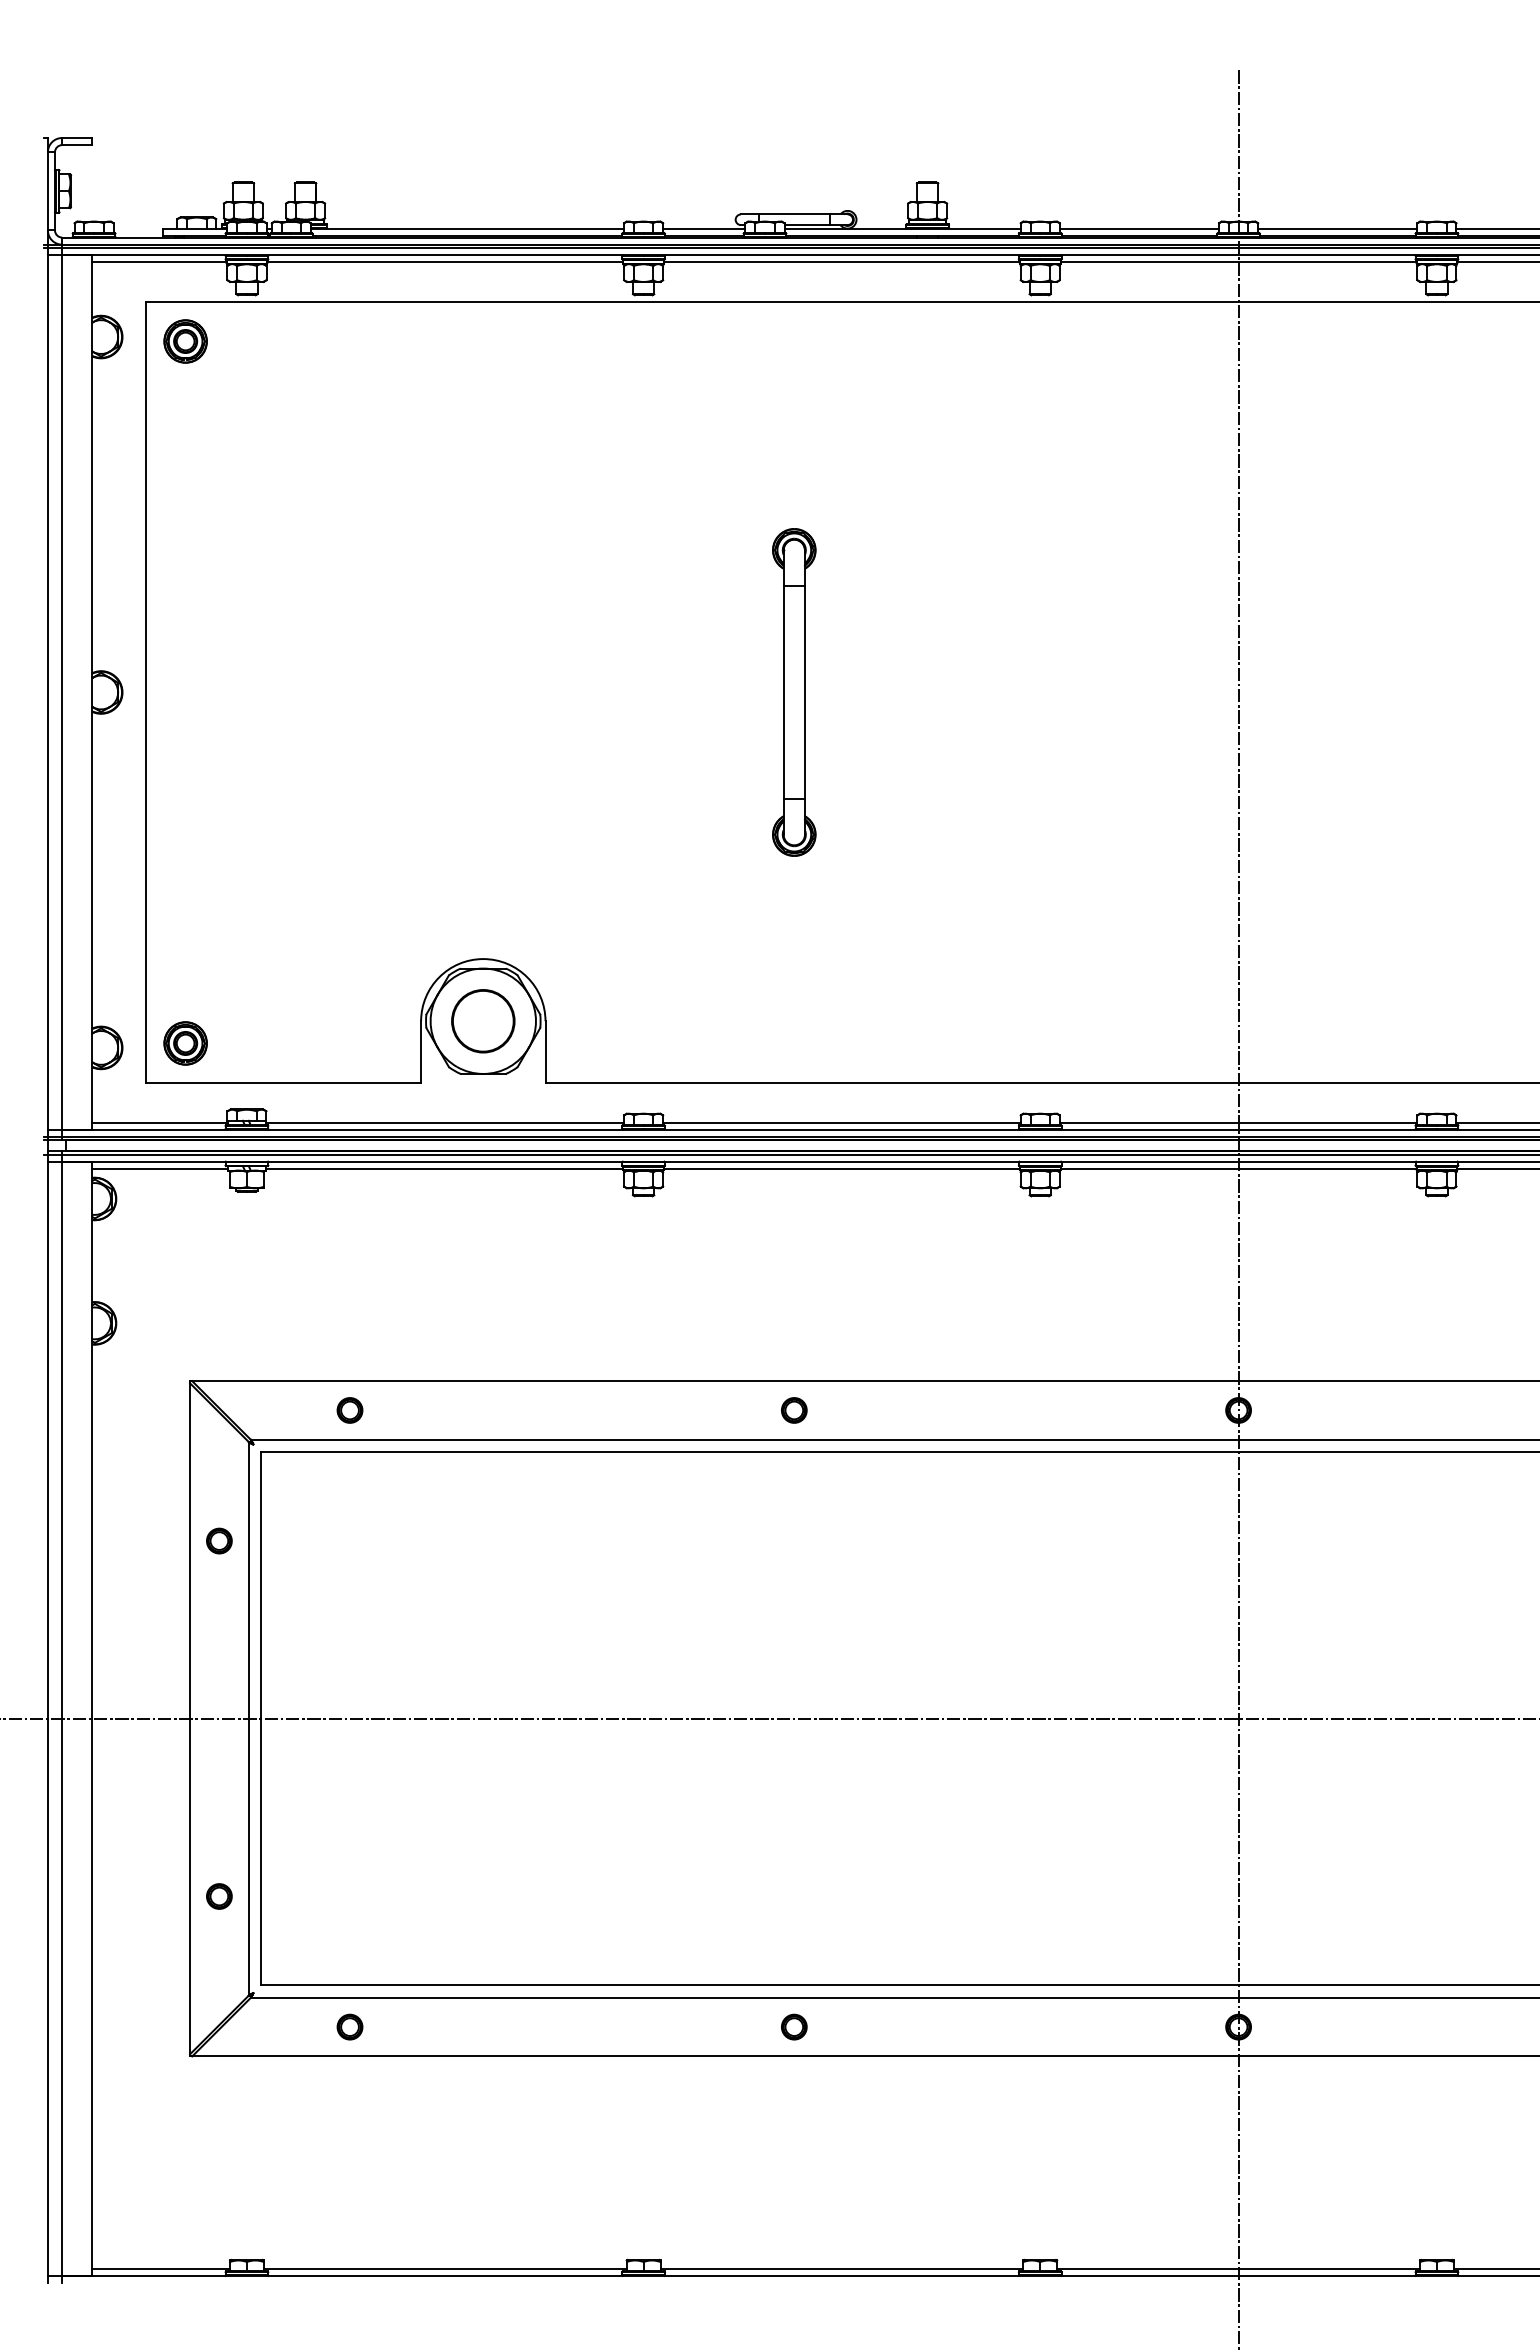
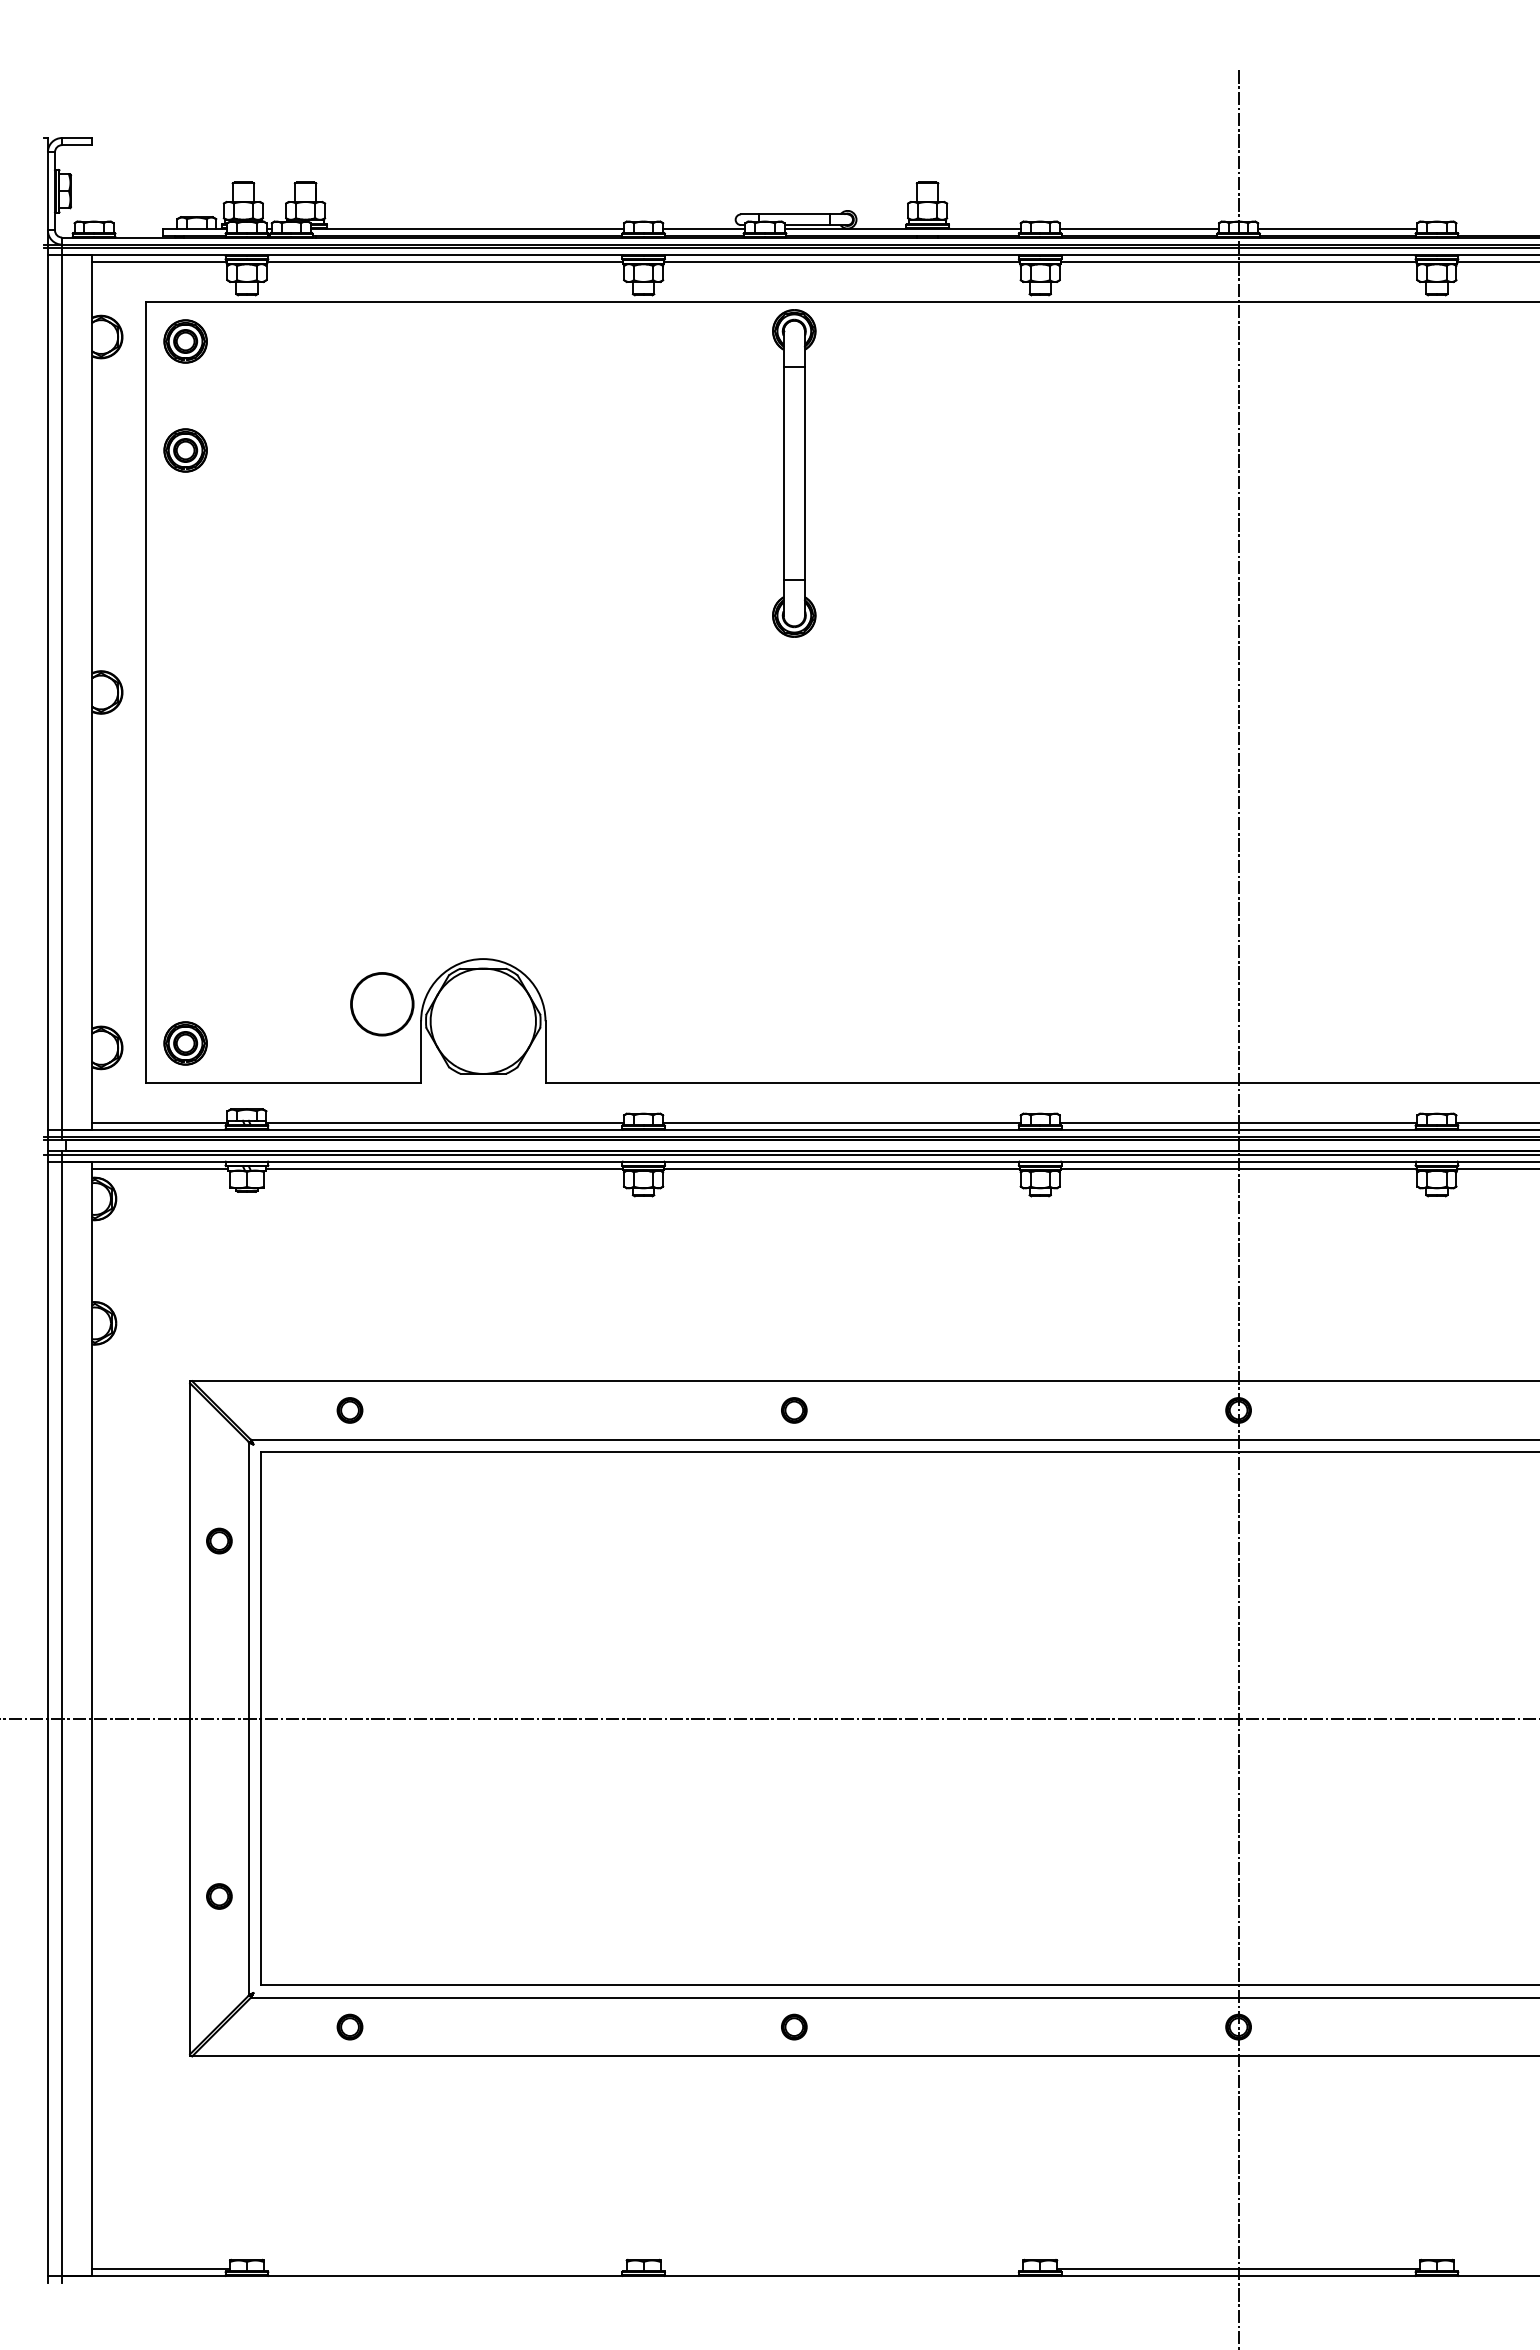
line at (1496, 228): present -> none
part at (185, 450): none -> present
part at (794, 692) position: (794, 692) -> (794, 473)
circle at (483, 1021) position: (483, 1021) -> (382, 1004)
line at (444, 2268): present -> none
line at (841, 2268): present -> none
line at (1494, 2268): present -> none
